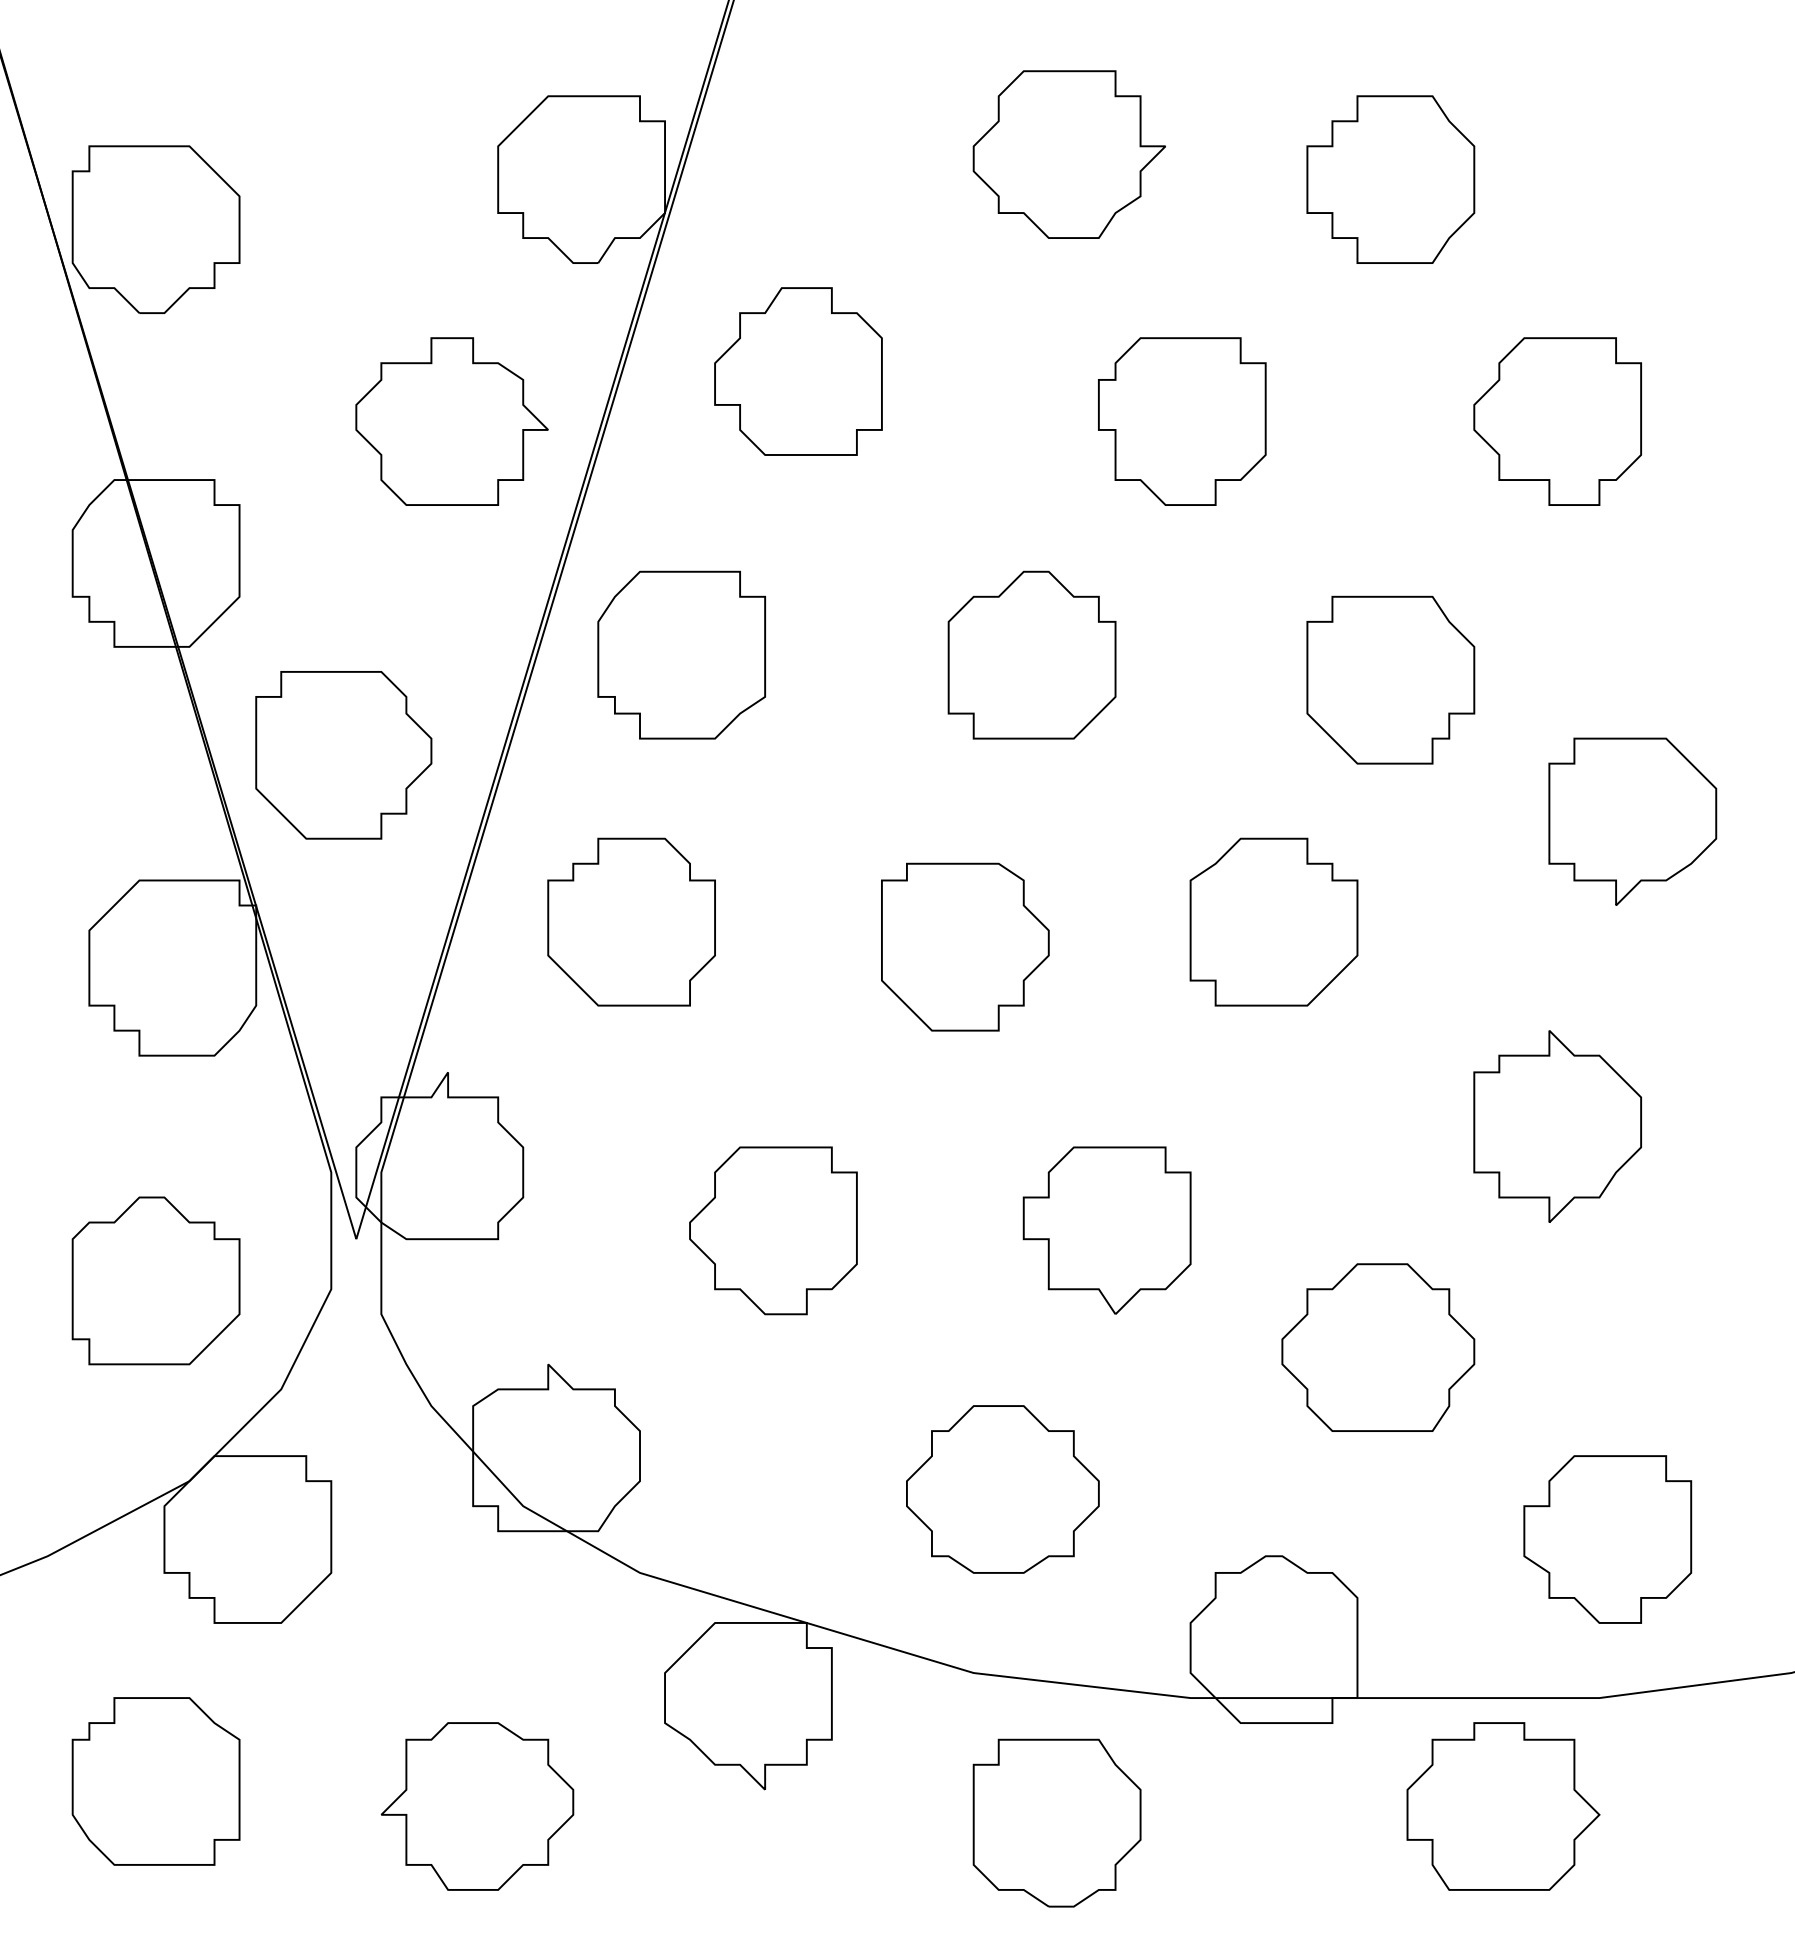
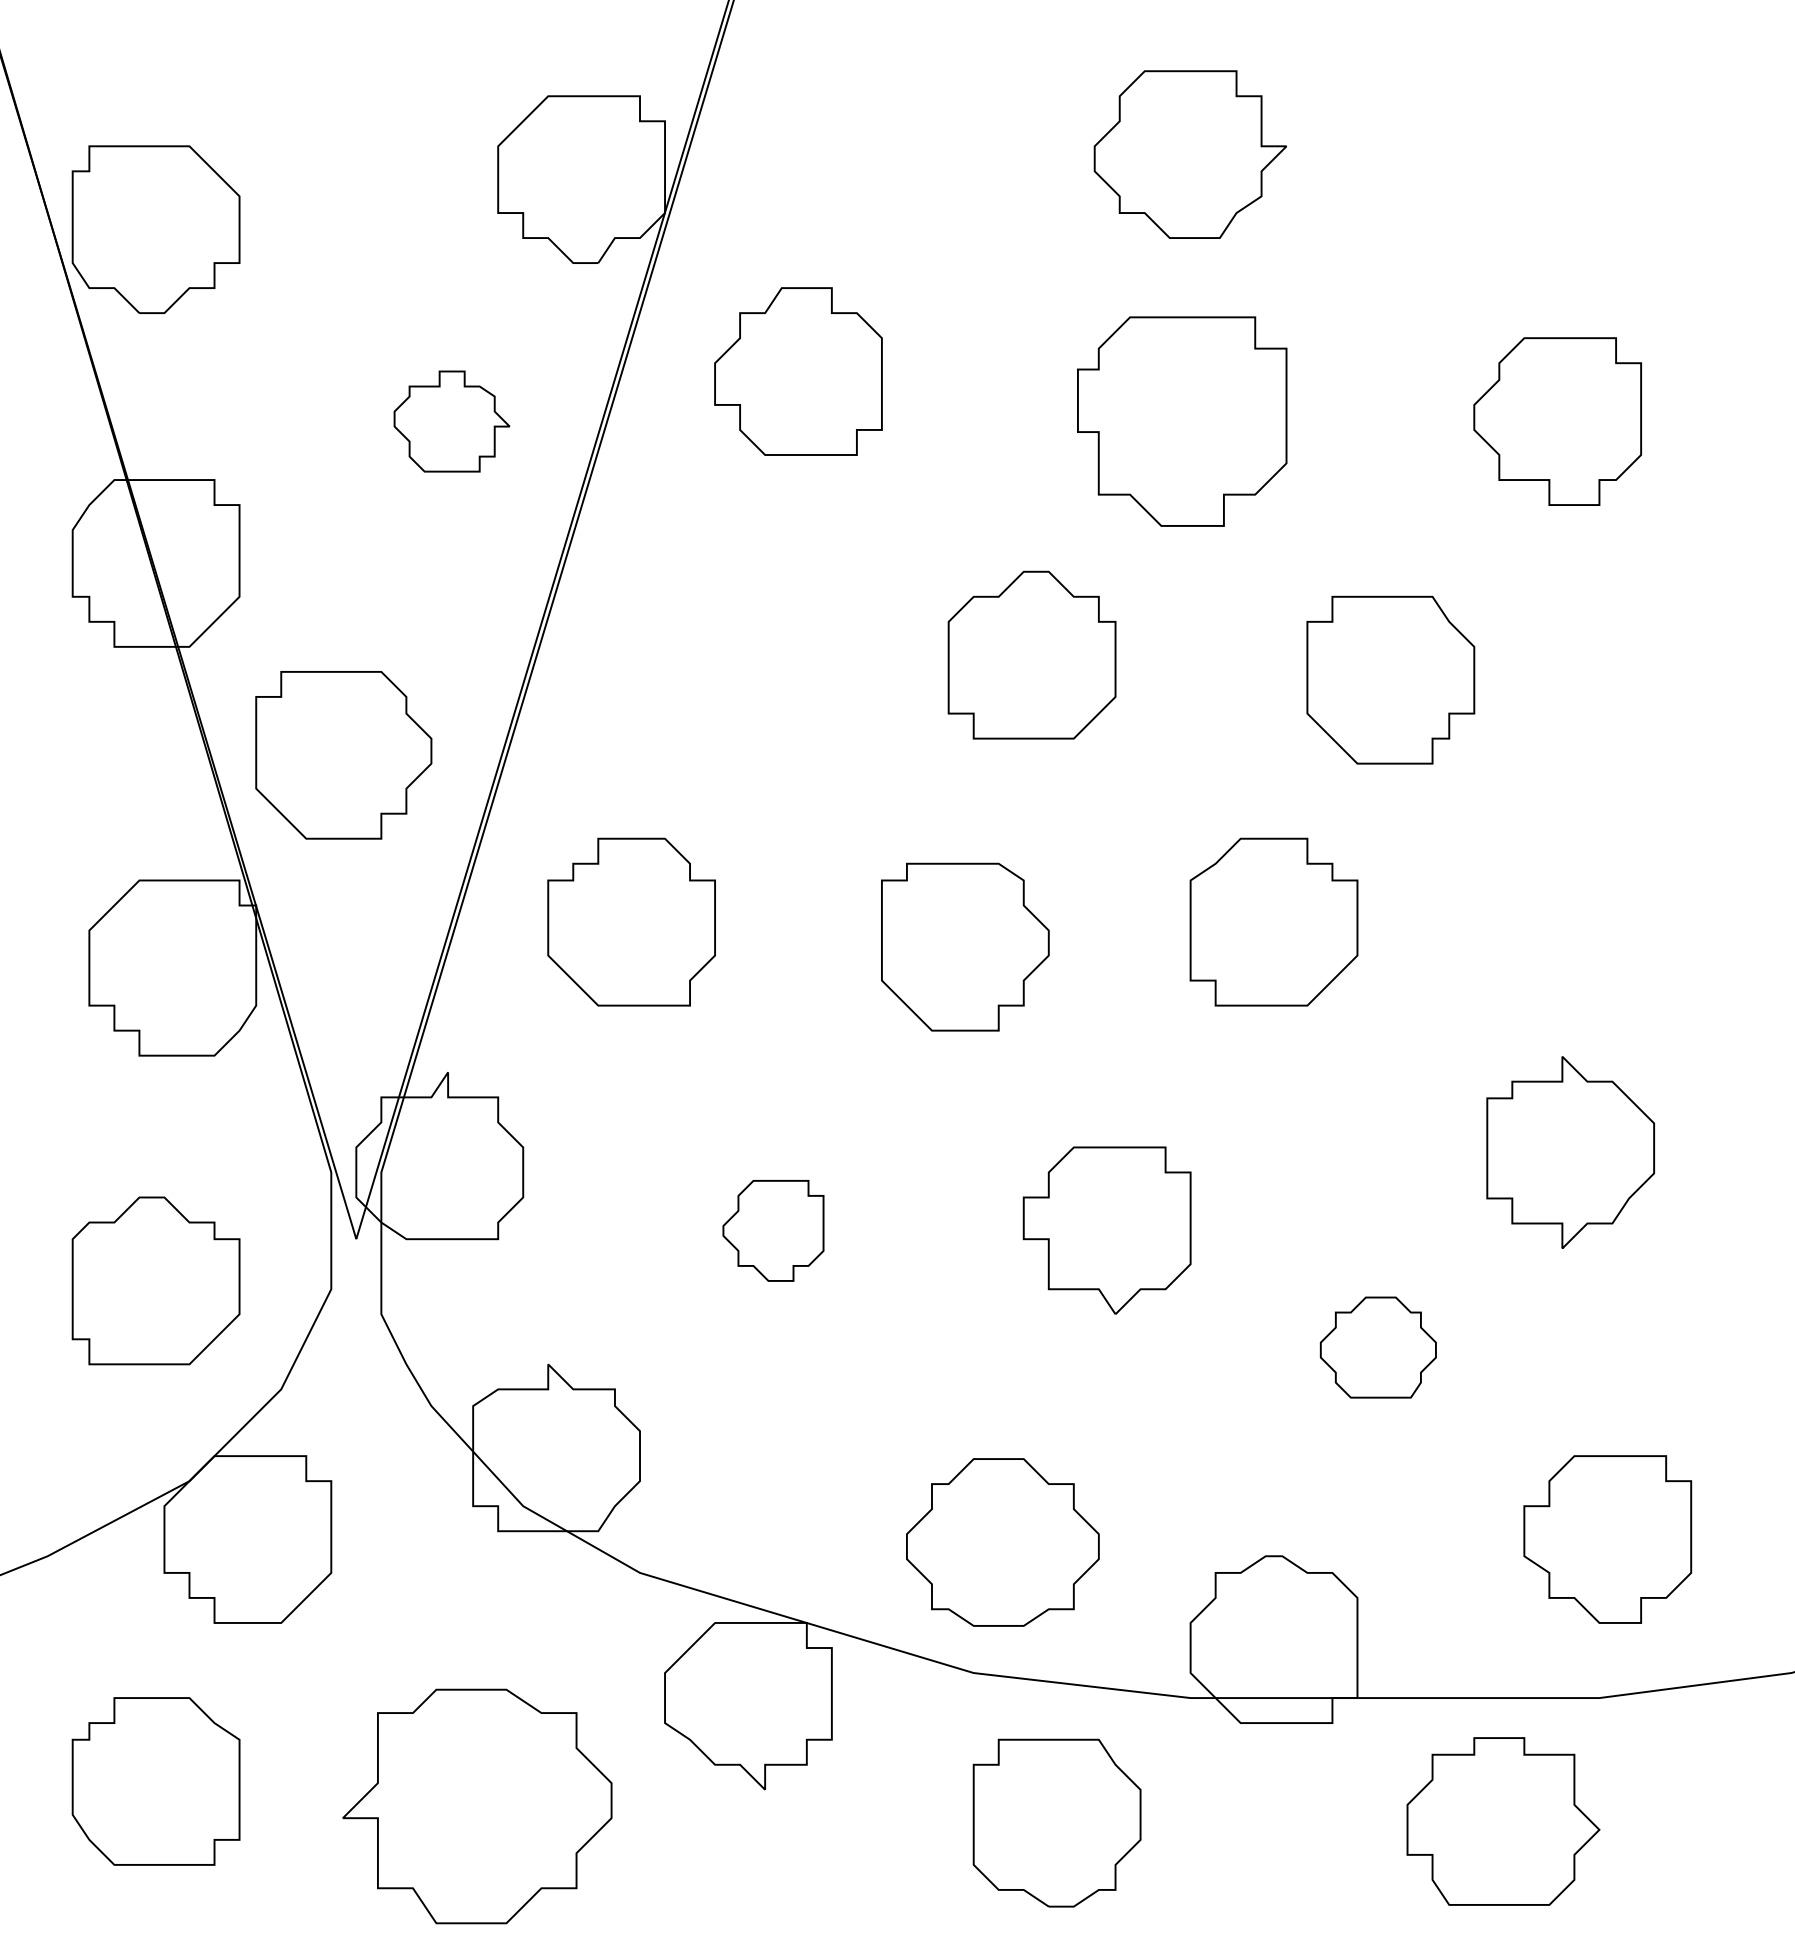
part at (1068, 154) position: (1068, 154) -> (1189, 154)
part at (1390, 179): present -> none
part at (451, 421) size: 194x169 px -> 118x103 px
part at (1182, 421) size: 169x169 px -> 211x211 px
part at (681, 654): present -> none
part at (1632, 821): present -> none
part at (1557, 1126) position: (1557, 1126) -> (1570, 1152)
part at (773, 1230) size: 169x170 px -> 103x102 px
part at (1378, 1347) size: 195x169 px -> 118x103 px
part at (1002, 1489) position: (1002, 1489) -> (1002, 1542)
part at (477, 1806) size: 195x169 px -> 271x237 px
part at (1503, 1806) position: (1503, 1806) -> (1503, 1821)
